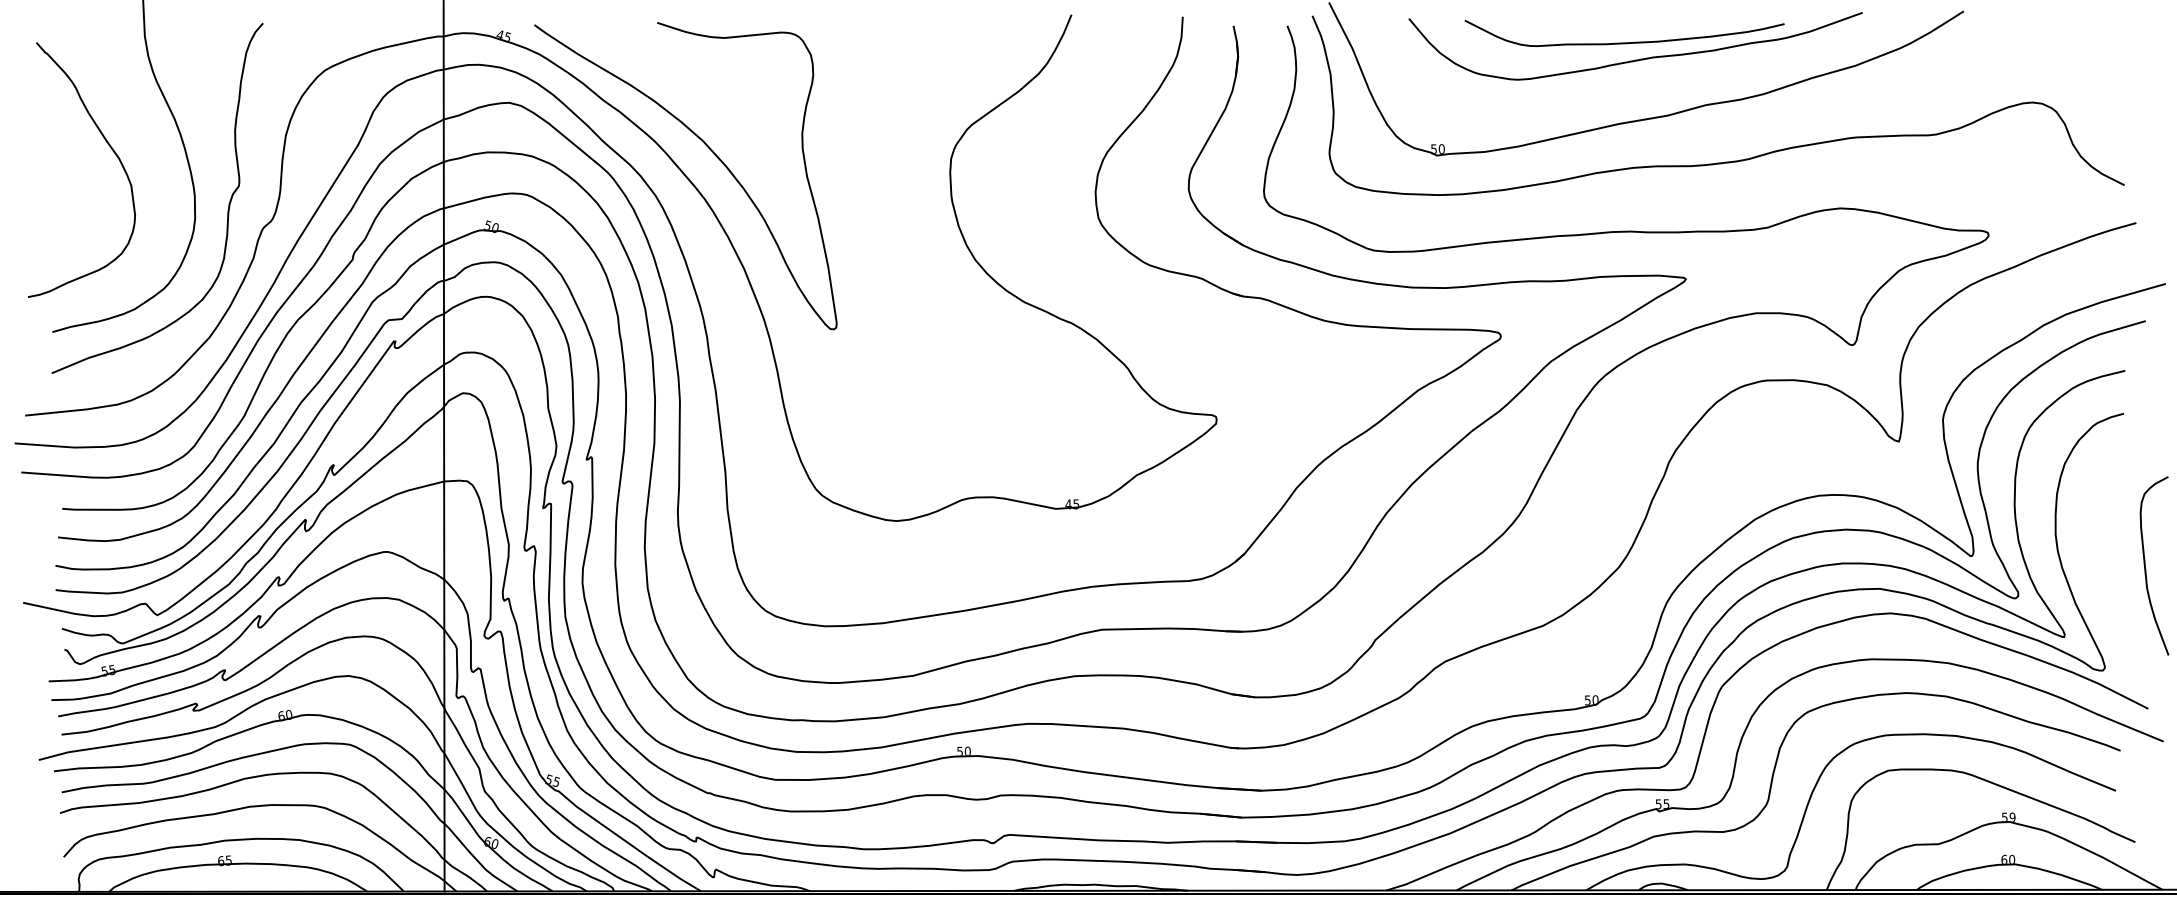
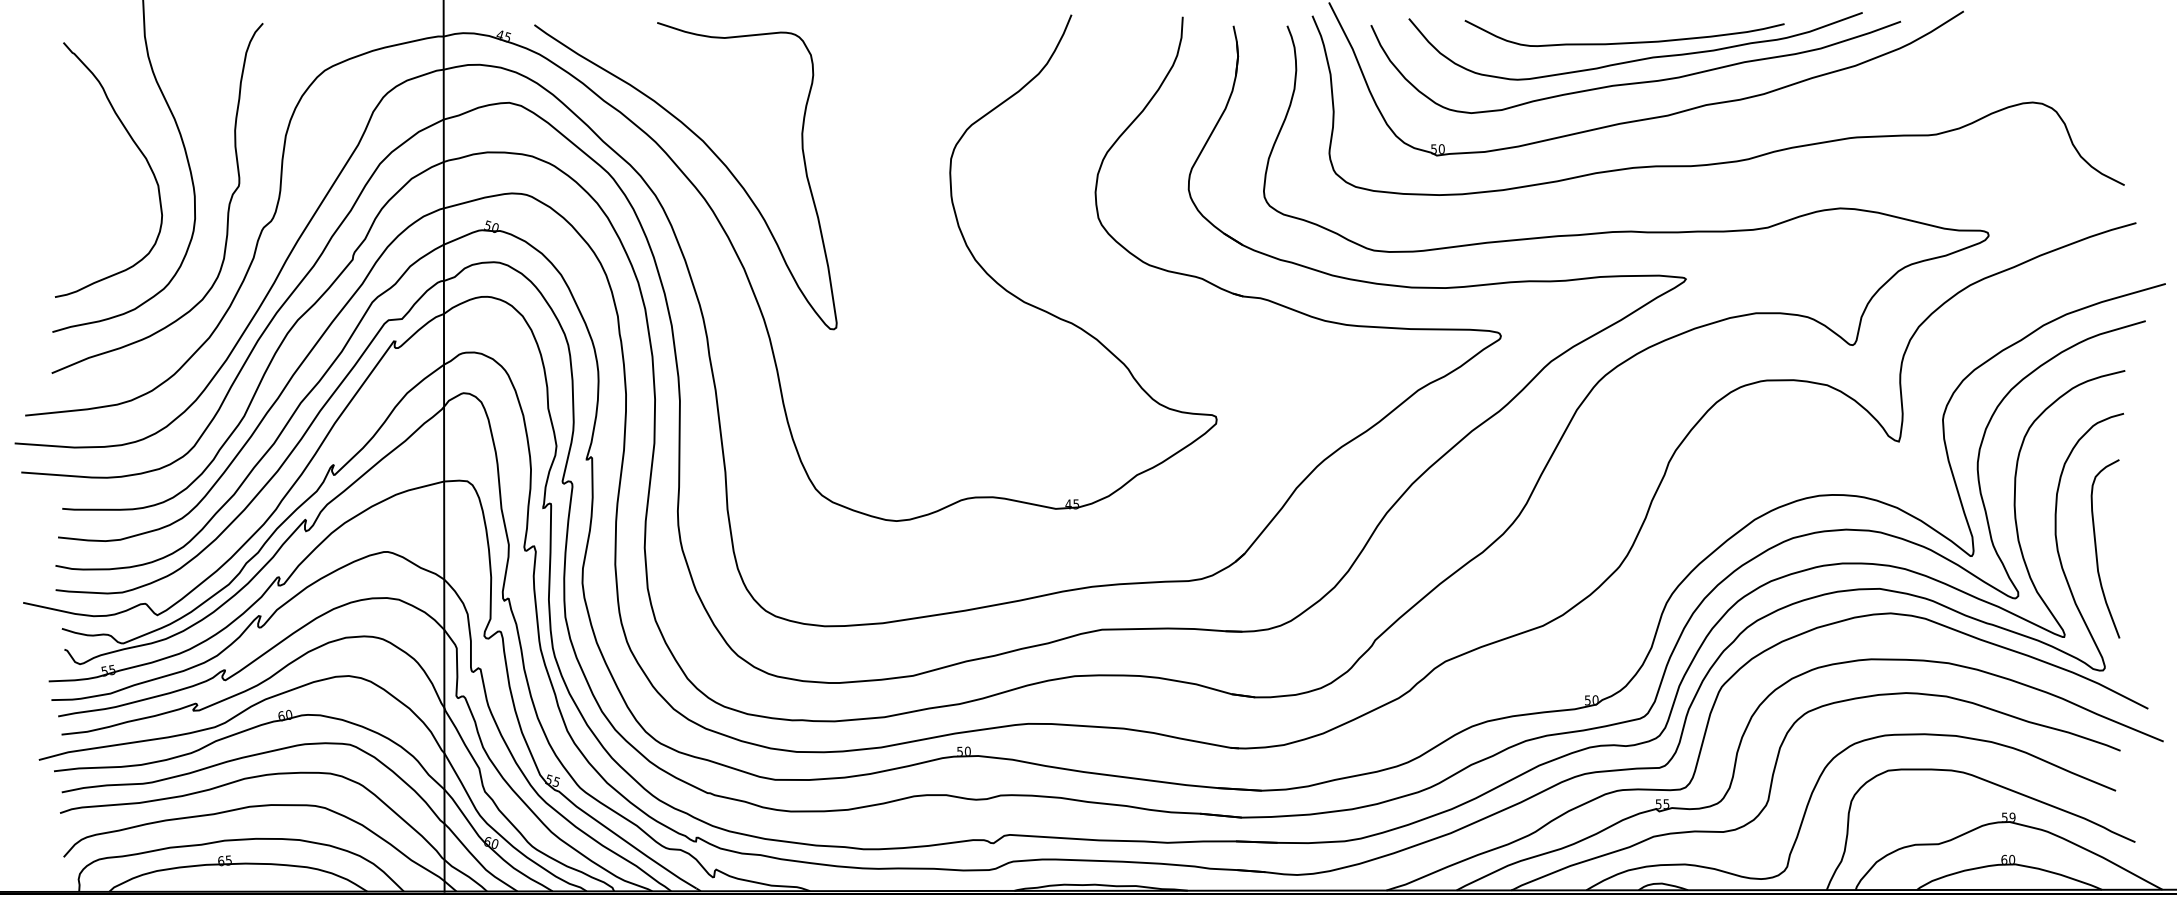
curve at (1640, 81): none -> present
curve at (110, 148) position: (110, 148) -> (137, 148)
curve at (2146, 569) position: (2146, 569) -> (2097, 552)
